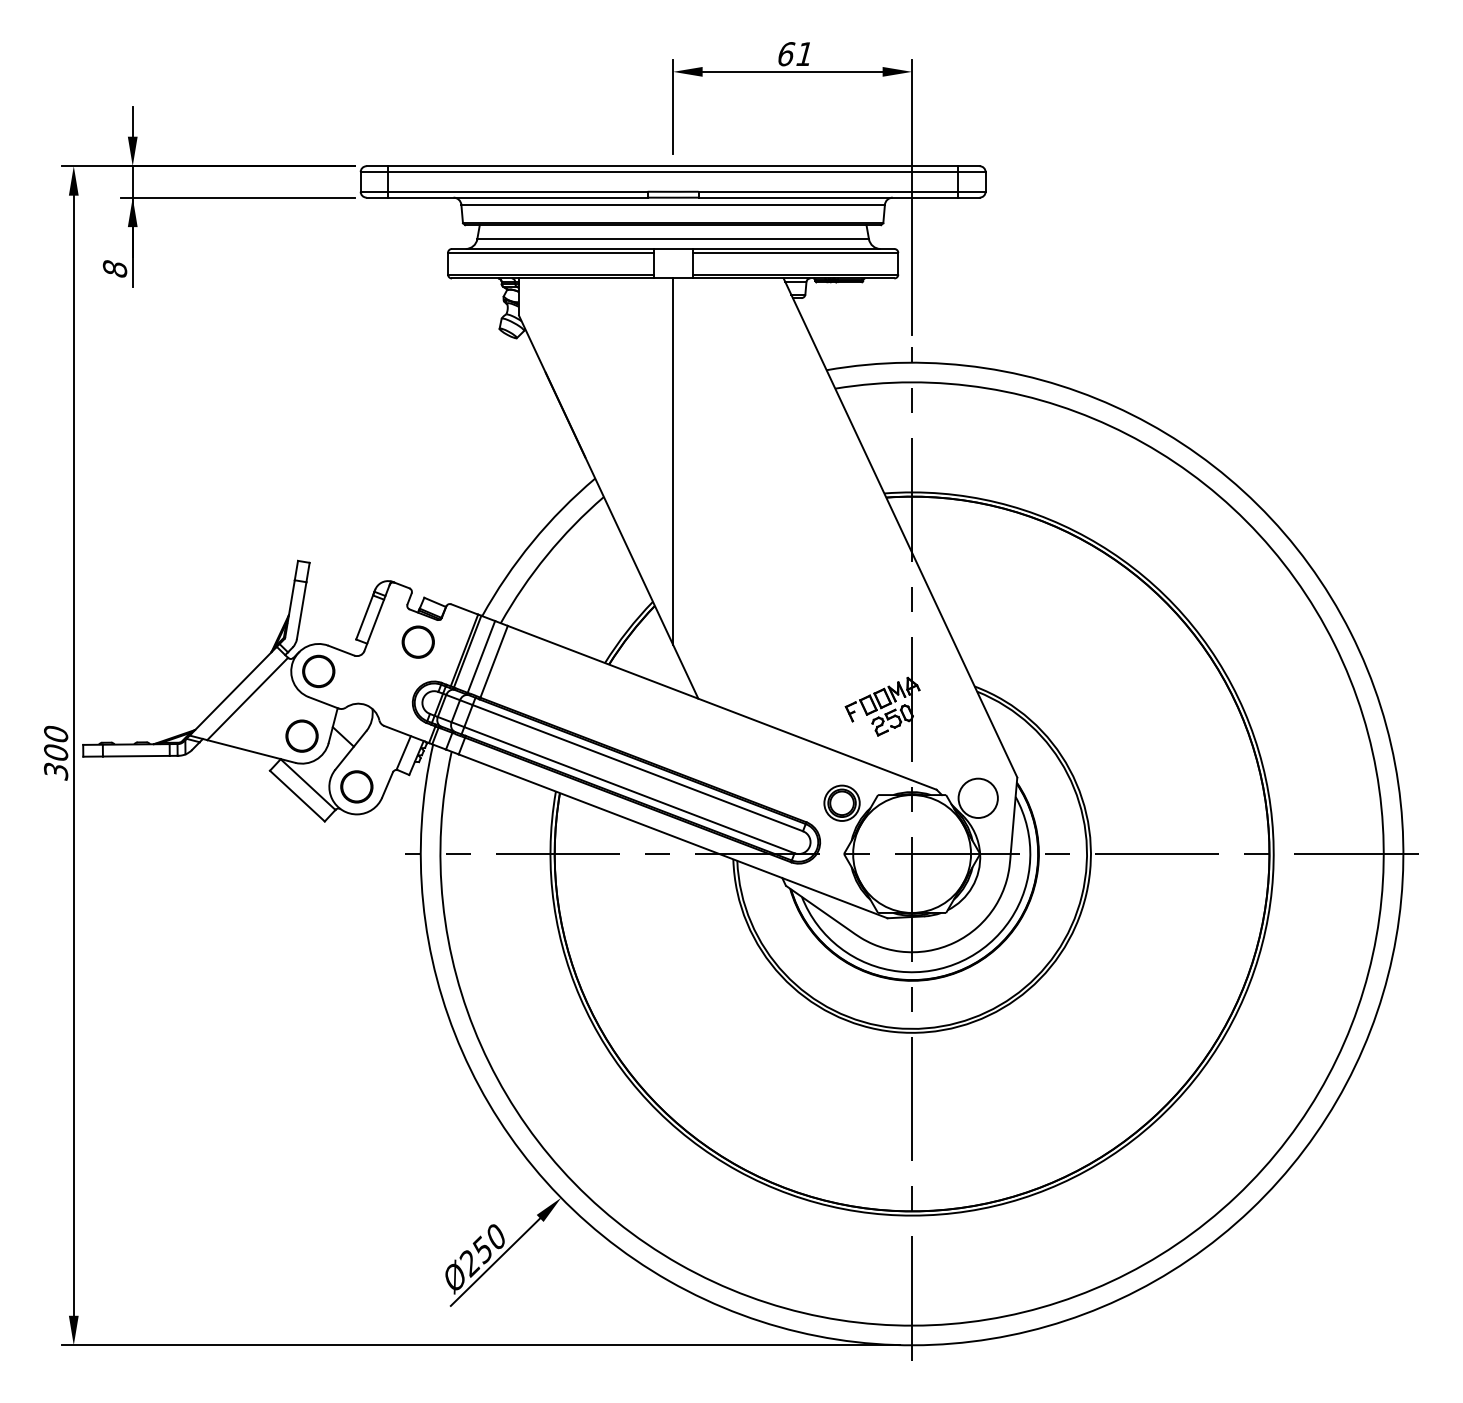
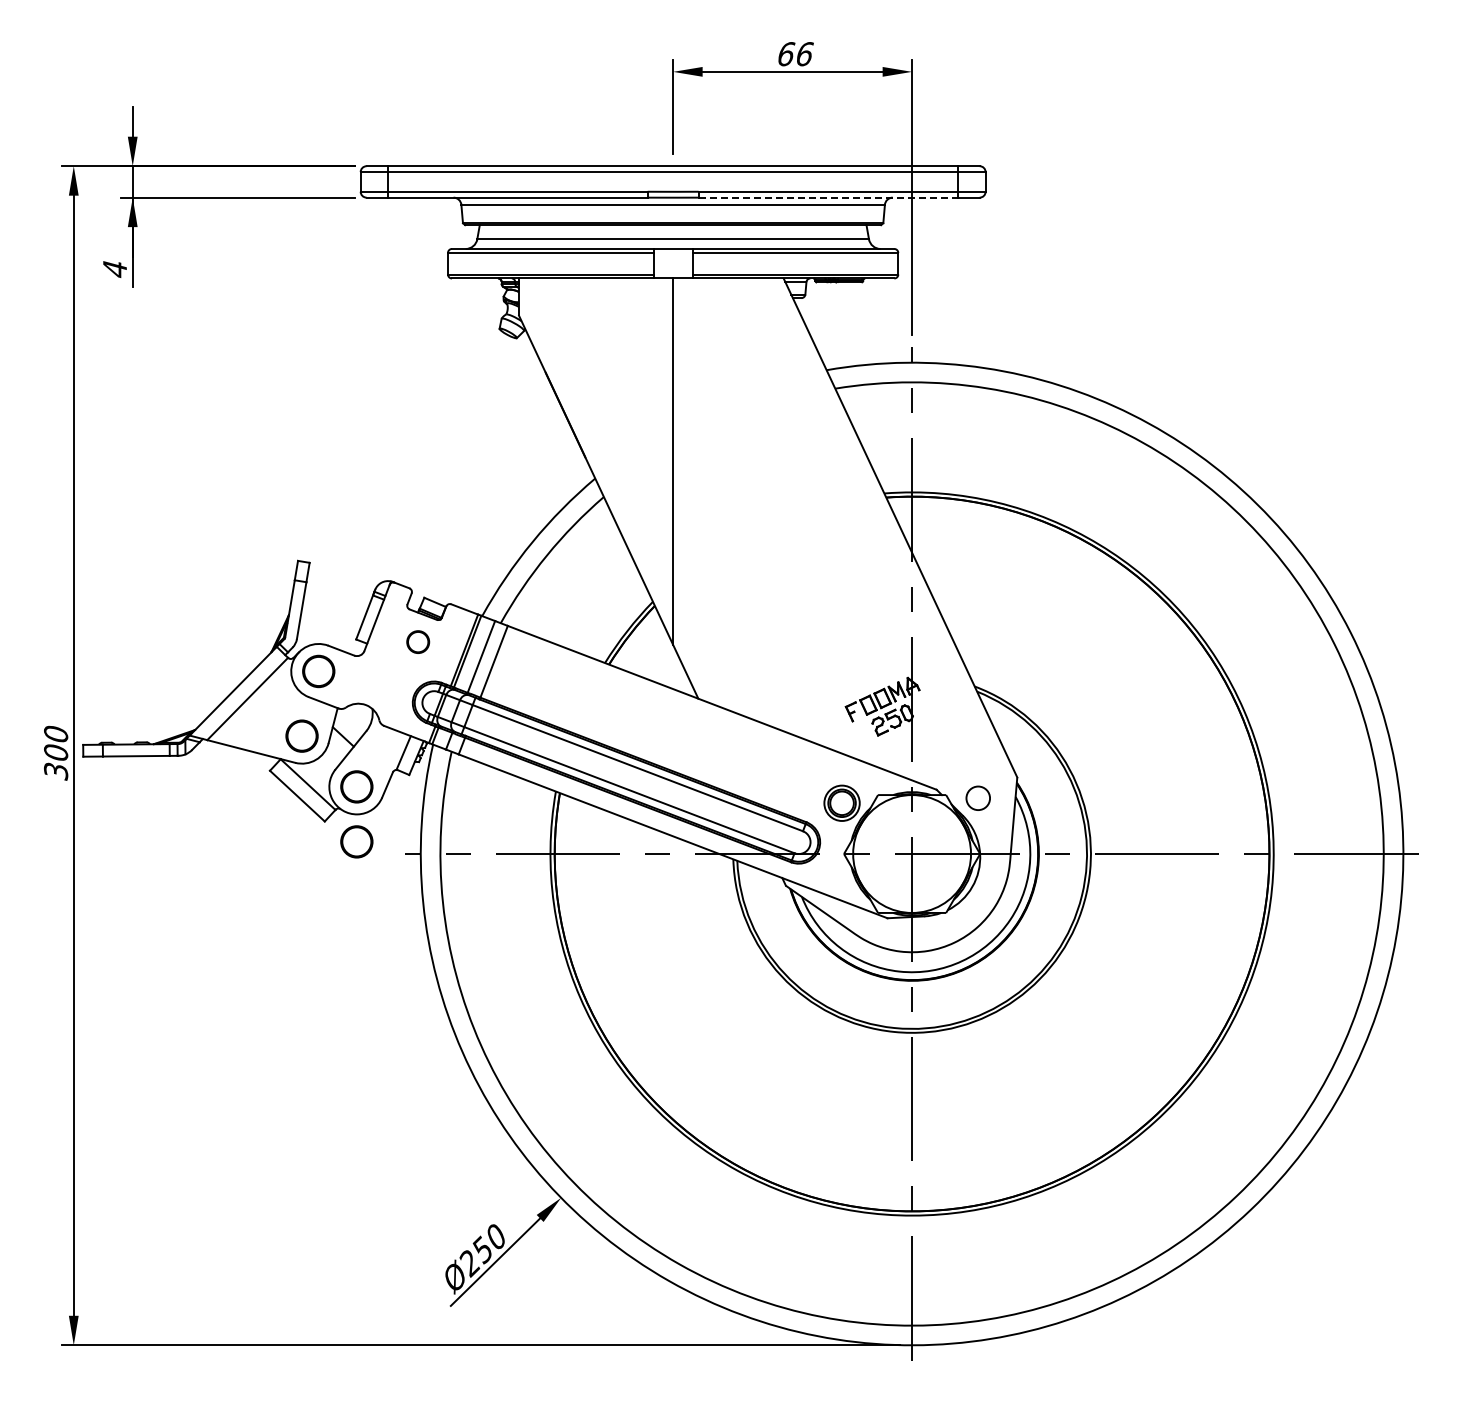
text at (804, 54): 61 -> 66
line at (828, 197): solid -> dashed
text at (114, 268): 8 -> 4
circle at (417, 641) size: 34x34 px -> 25x24 px
circle at (977, 797) diameter: 39 px -> 24 px
circle at (356, 841): none -> present
